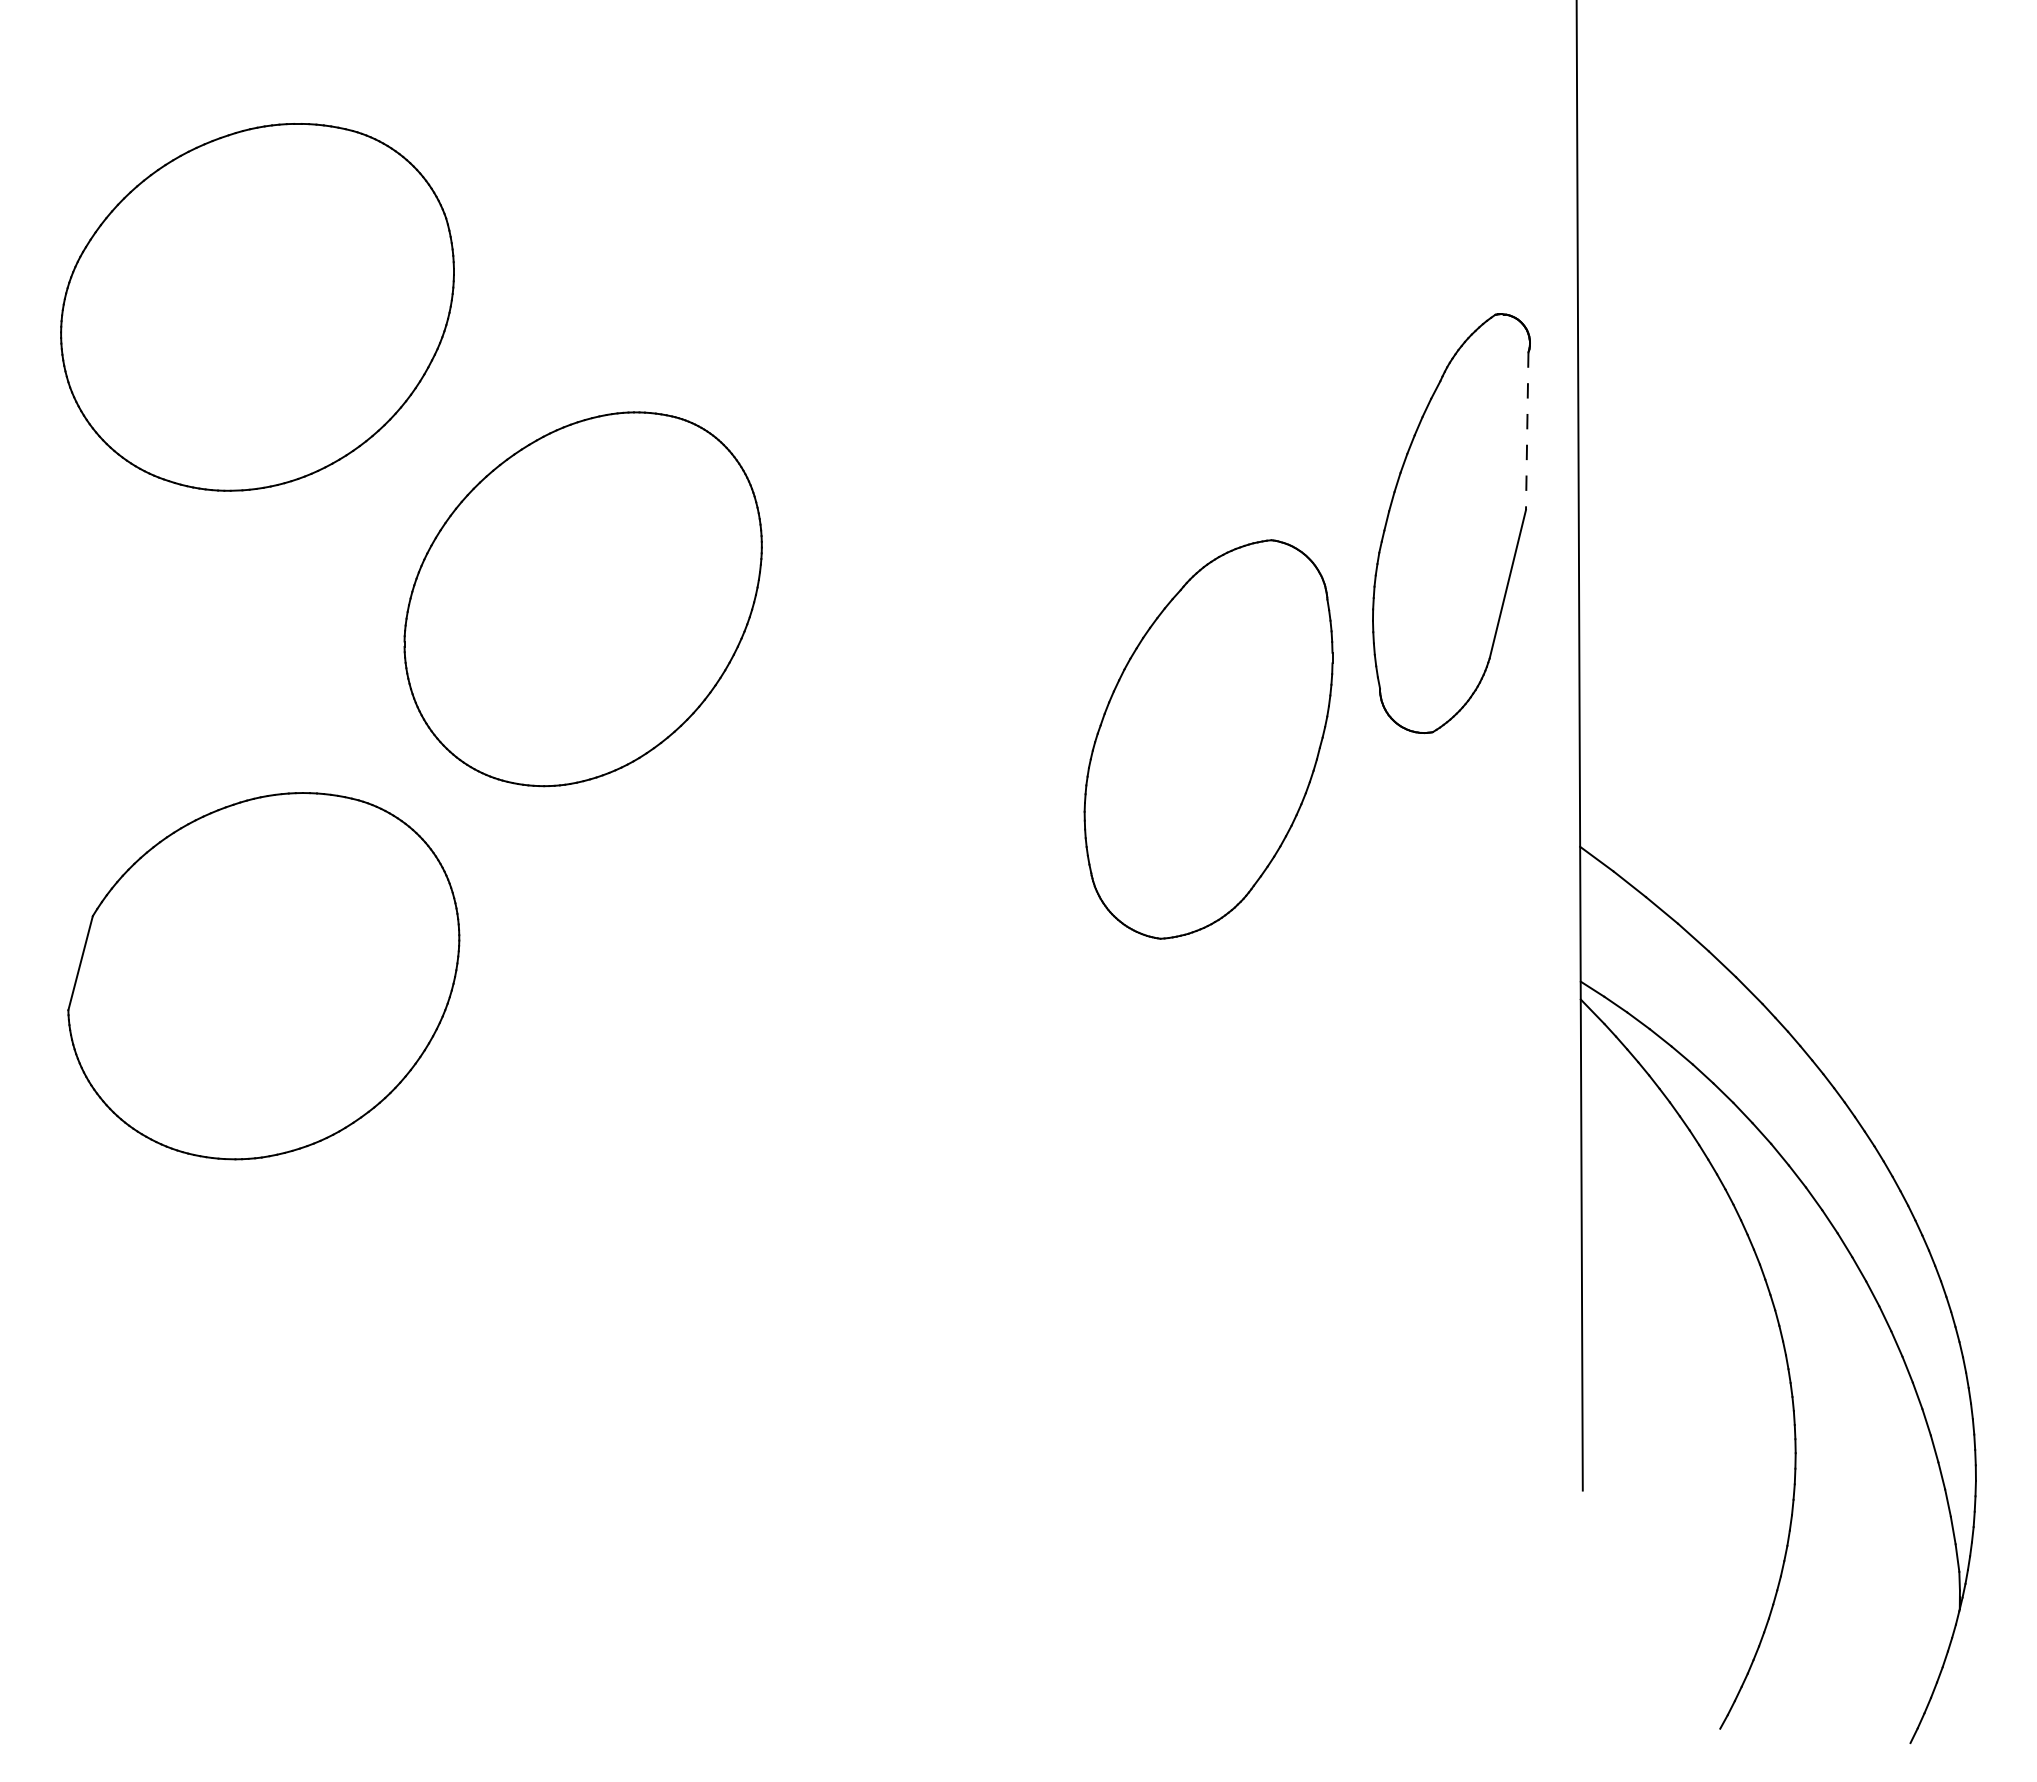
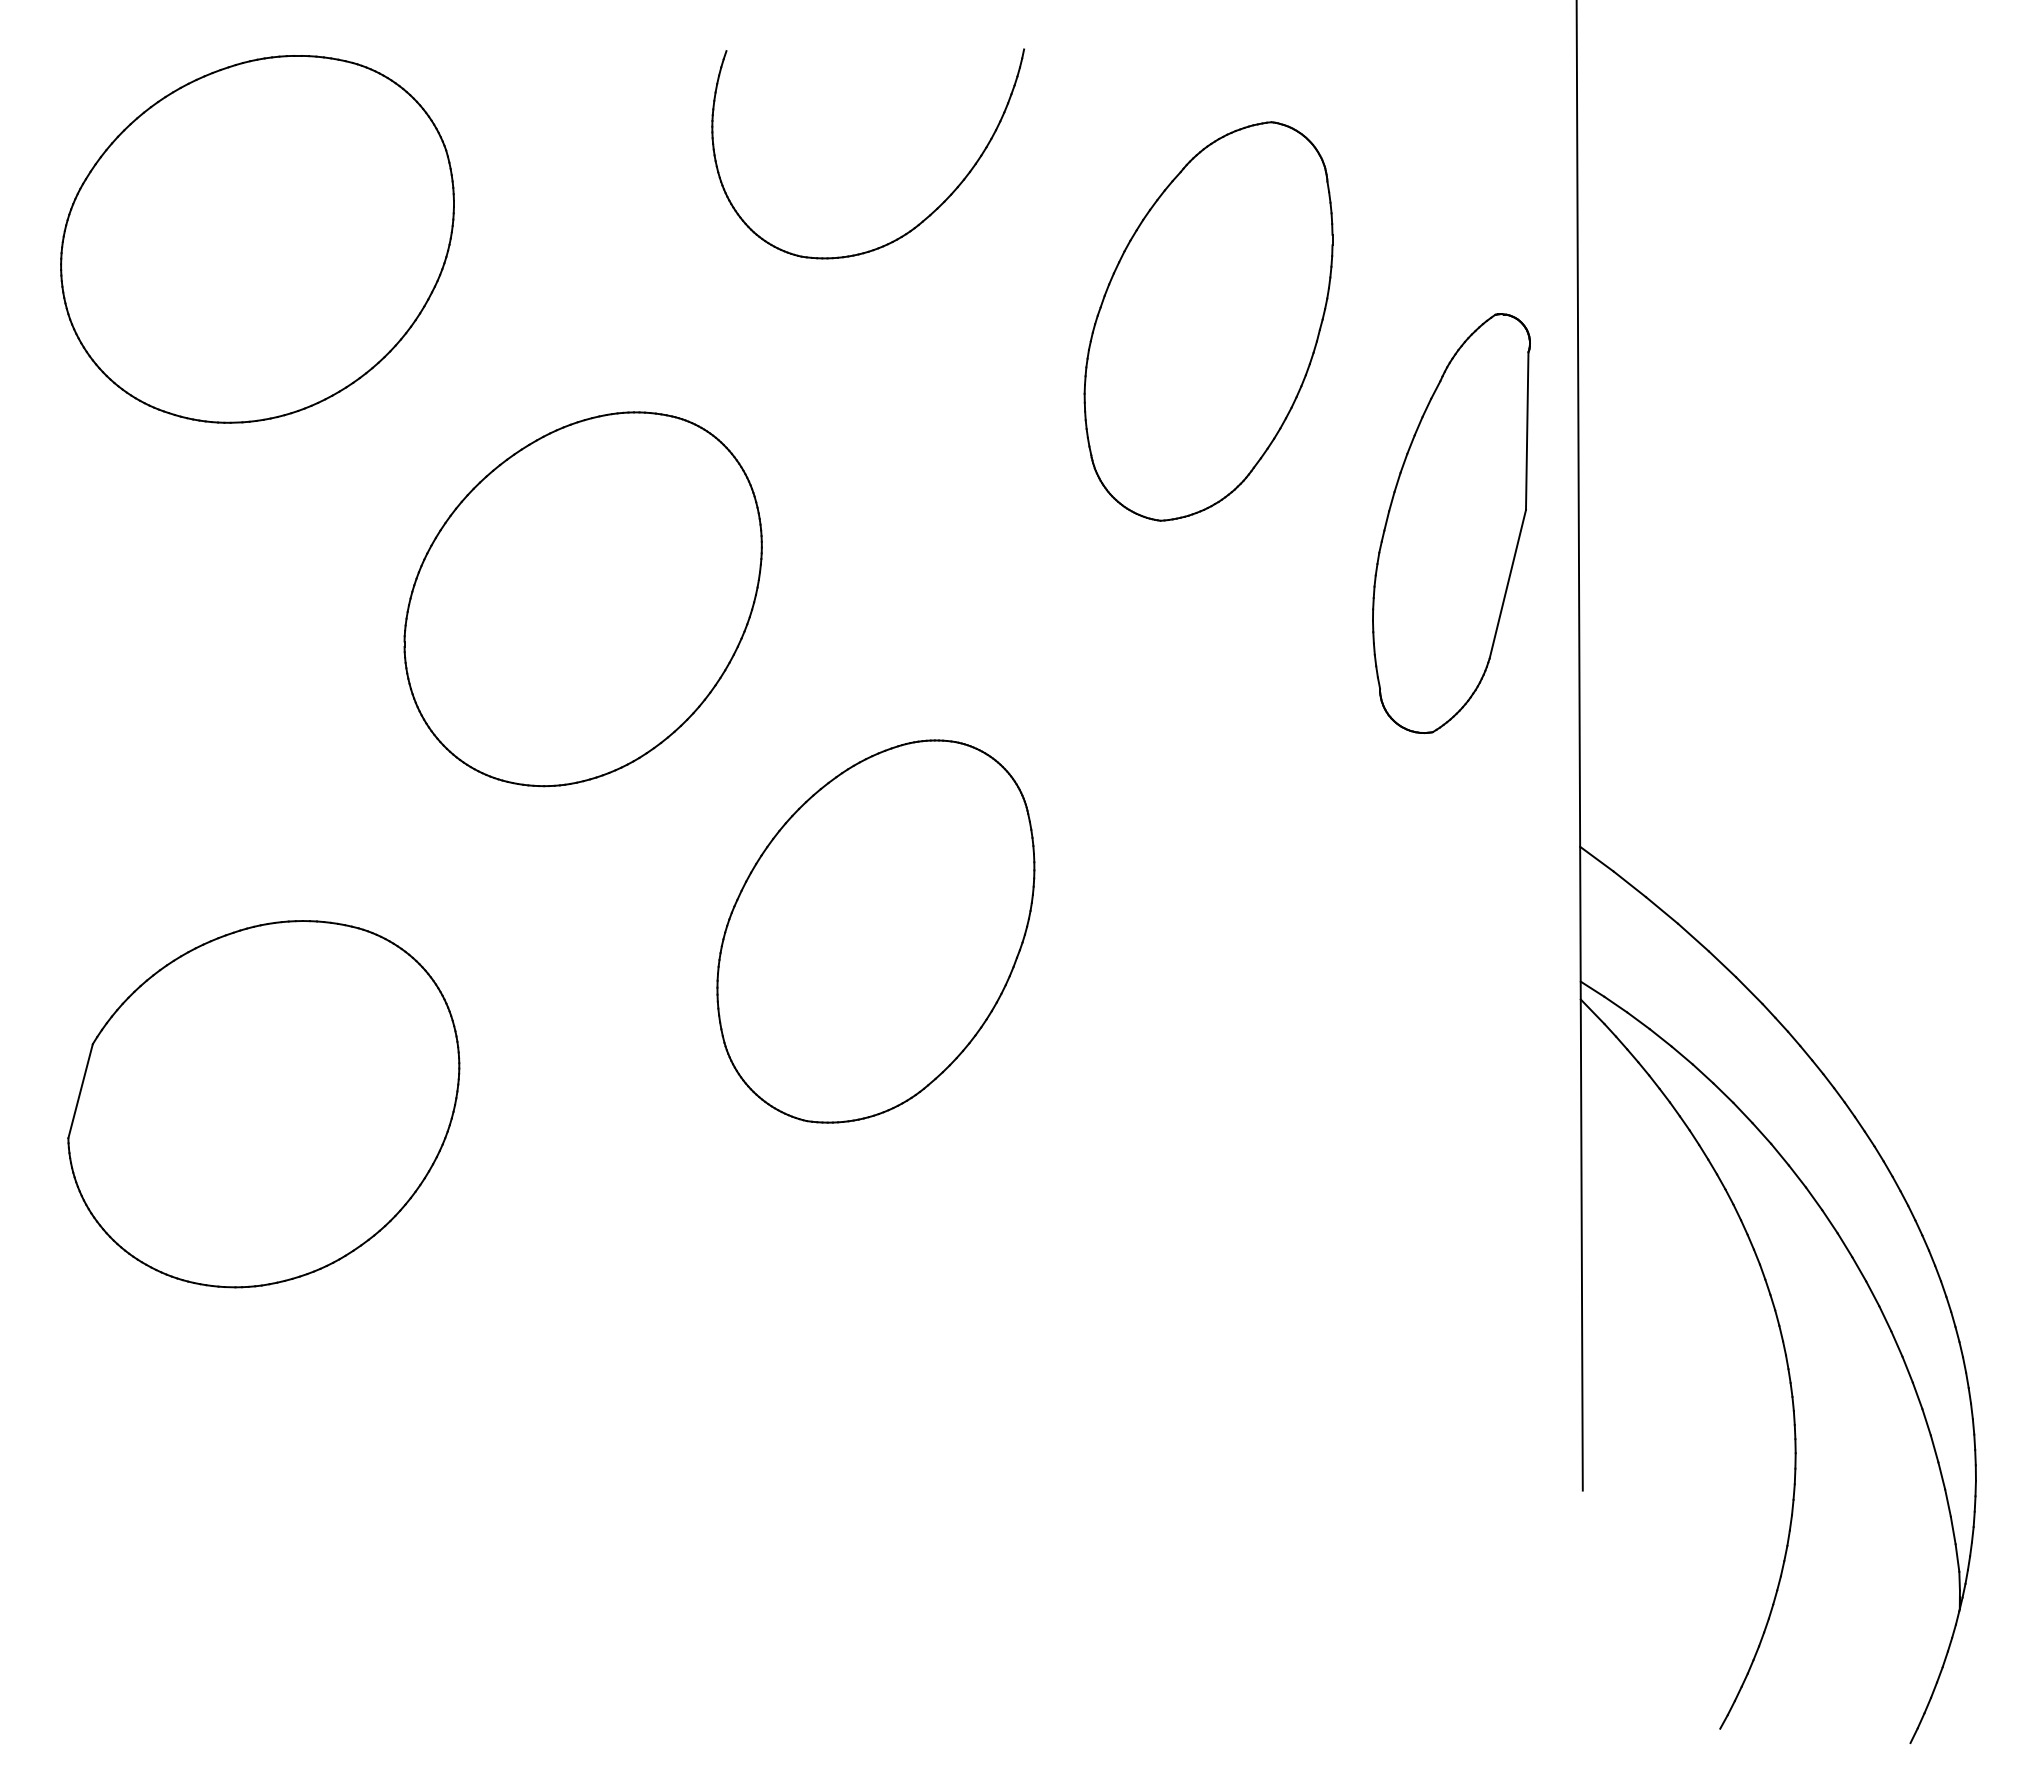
part at (924, 218): none -> present
part at (257, 307) position: (257, 307) -> (257, 239)
line at (1527, 431): dashed -> solid
part at (1208, 739) position: (1208, 739) -> (1208, 321)
part at (875, 931): none -> present
part at (263, 976) position: (263, 976) -> (263, 1104)
